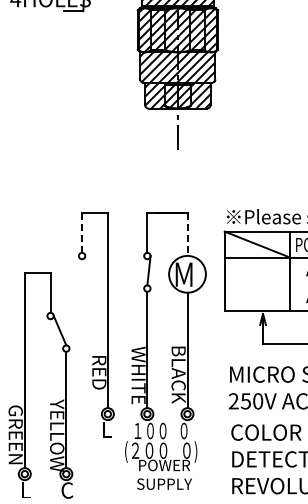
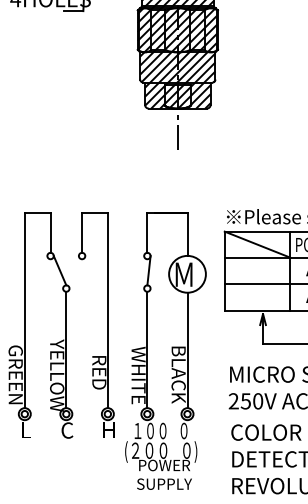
line at (82, 233): dashed -> solid
line at (187, 235): dashed -> solid
line at (264, 284): none -> present
part at (25, 385) position: (25, 385) -> (25, 325)
text at (109, 429): L -> H
